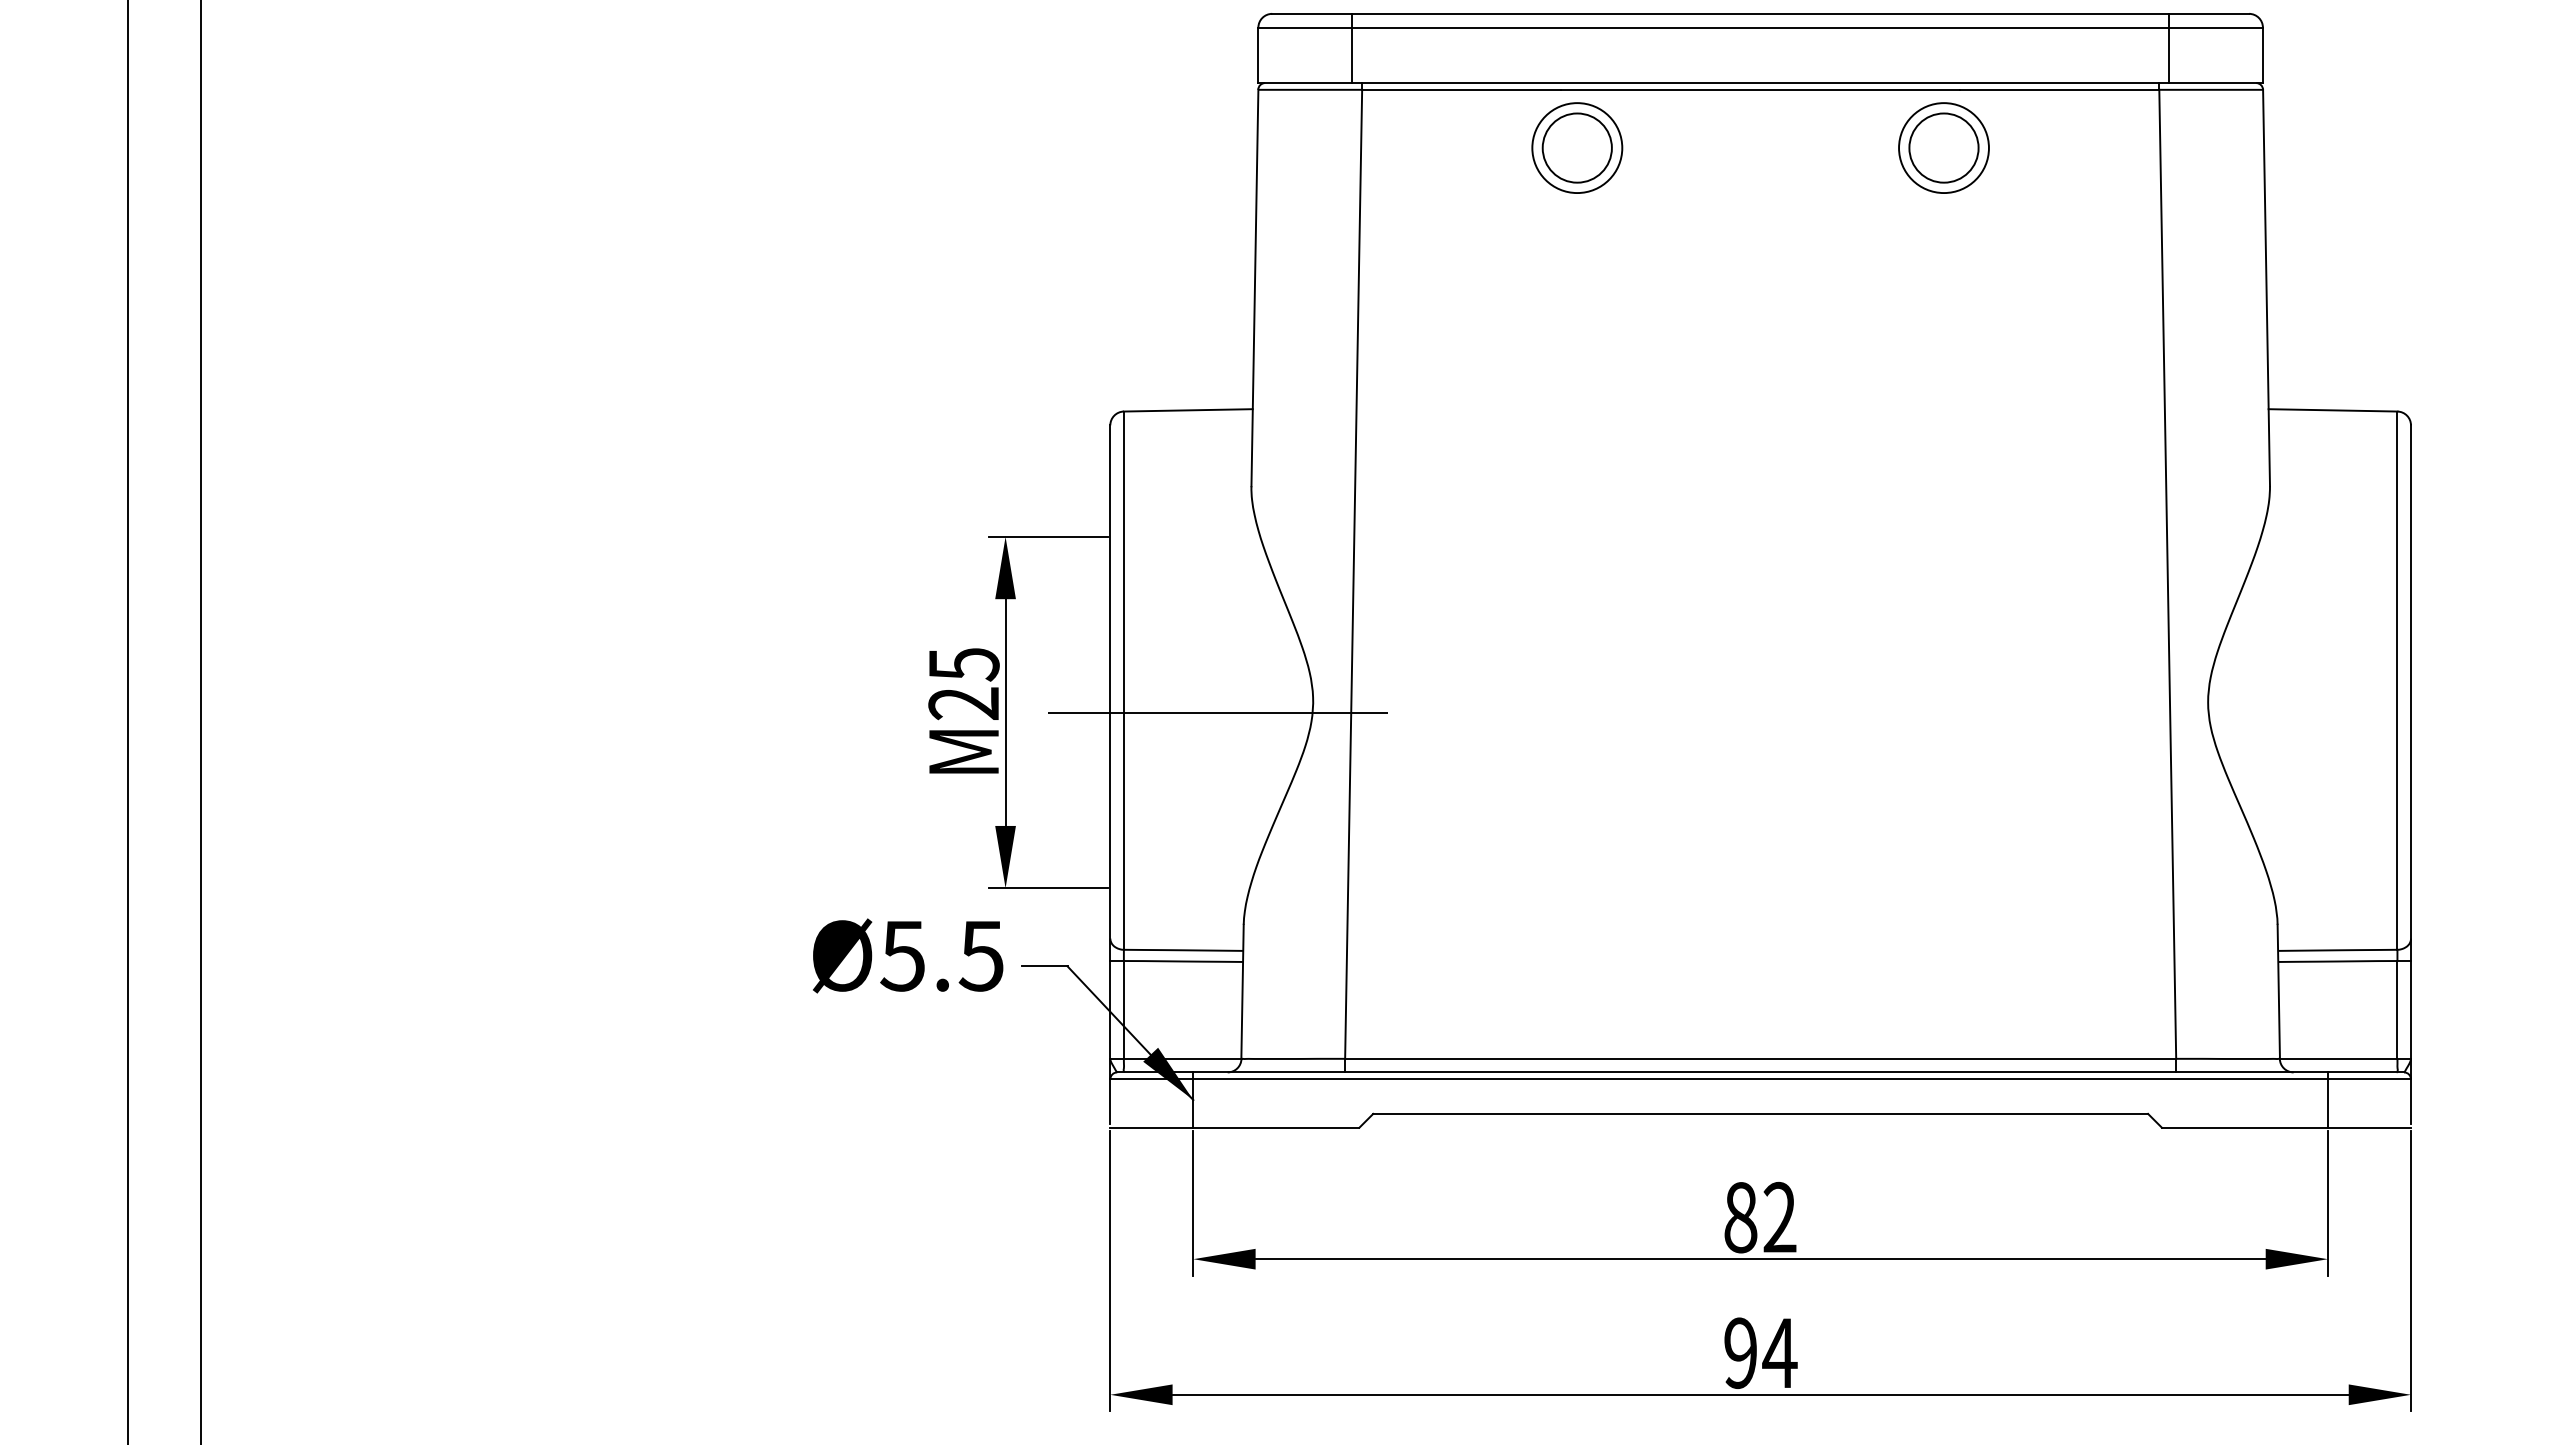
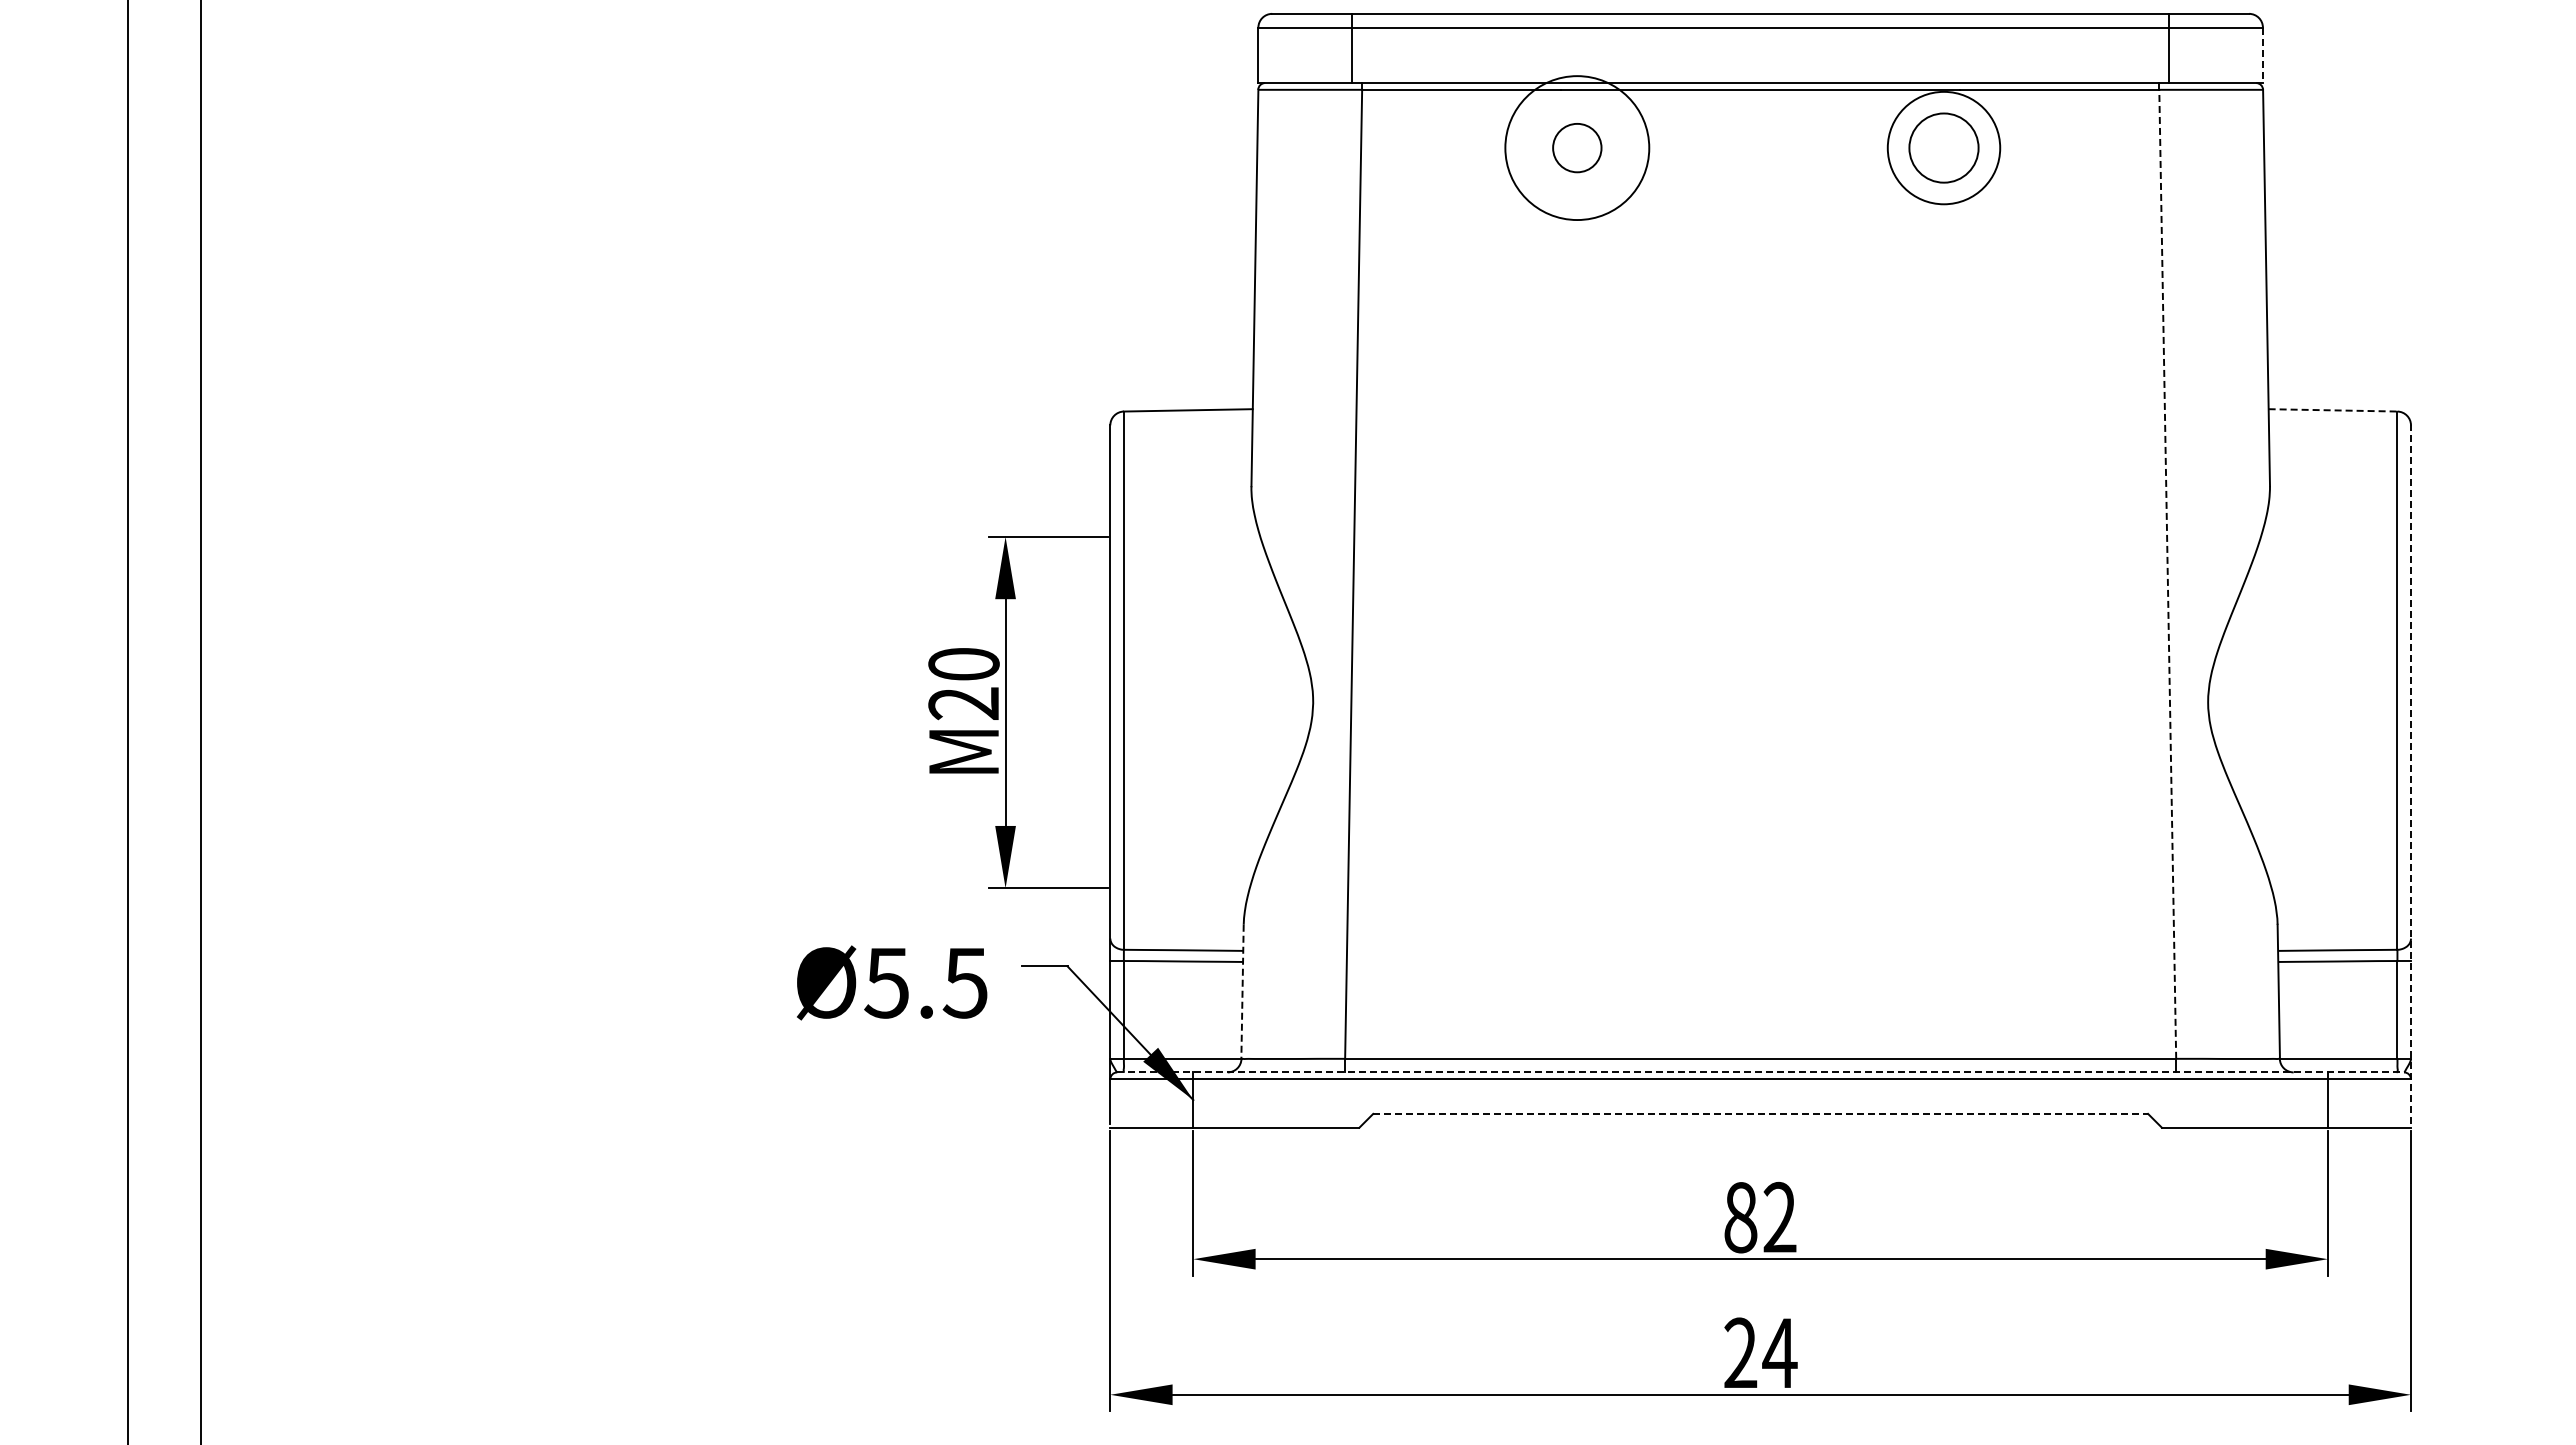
line at (2262, 55): solid -> dashed
circle at (1576, 147) diameter: 69 px -> 48 px
circle at (1577, 148) diameter: 90 px -> 144 px
circle at (1943, 148) diameter: 90 px -> 112 px
line at (2333, 410): solid -> dashed
line at (2167, 574): solid -> dashed
text at (963, 664): M25 -> M20
line at (1218, 712): present -> none
line at (2411, 774): solid -> dashed
text at (908, 955) position: (908, 955) -> (892, 982)
line at (1242, 992): solid -> dashed
line at (1761, 1072): solid -> dashed
line at (1761, 1113): solid -> dashed
text at (1740, 1352): 94 -> 24
